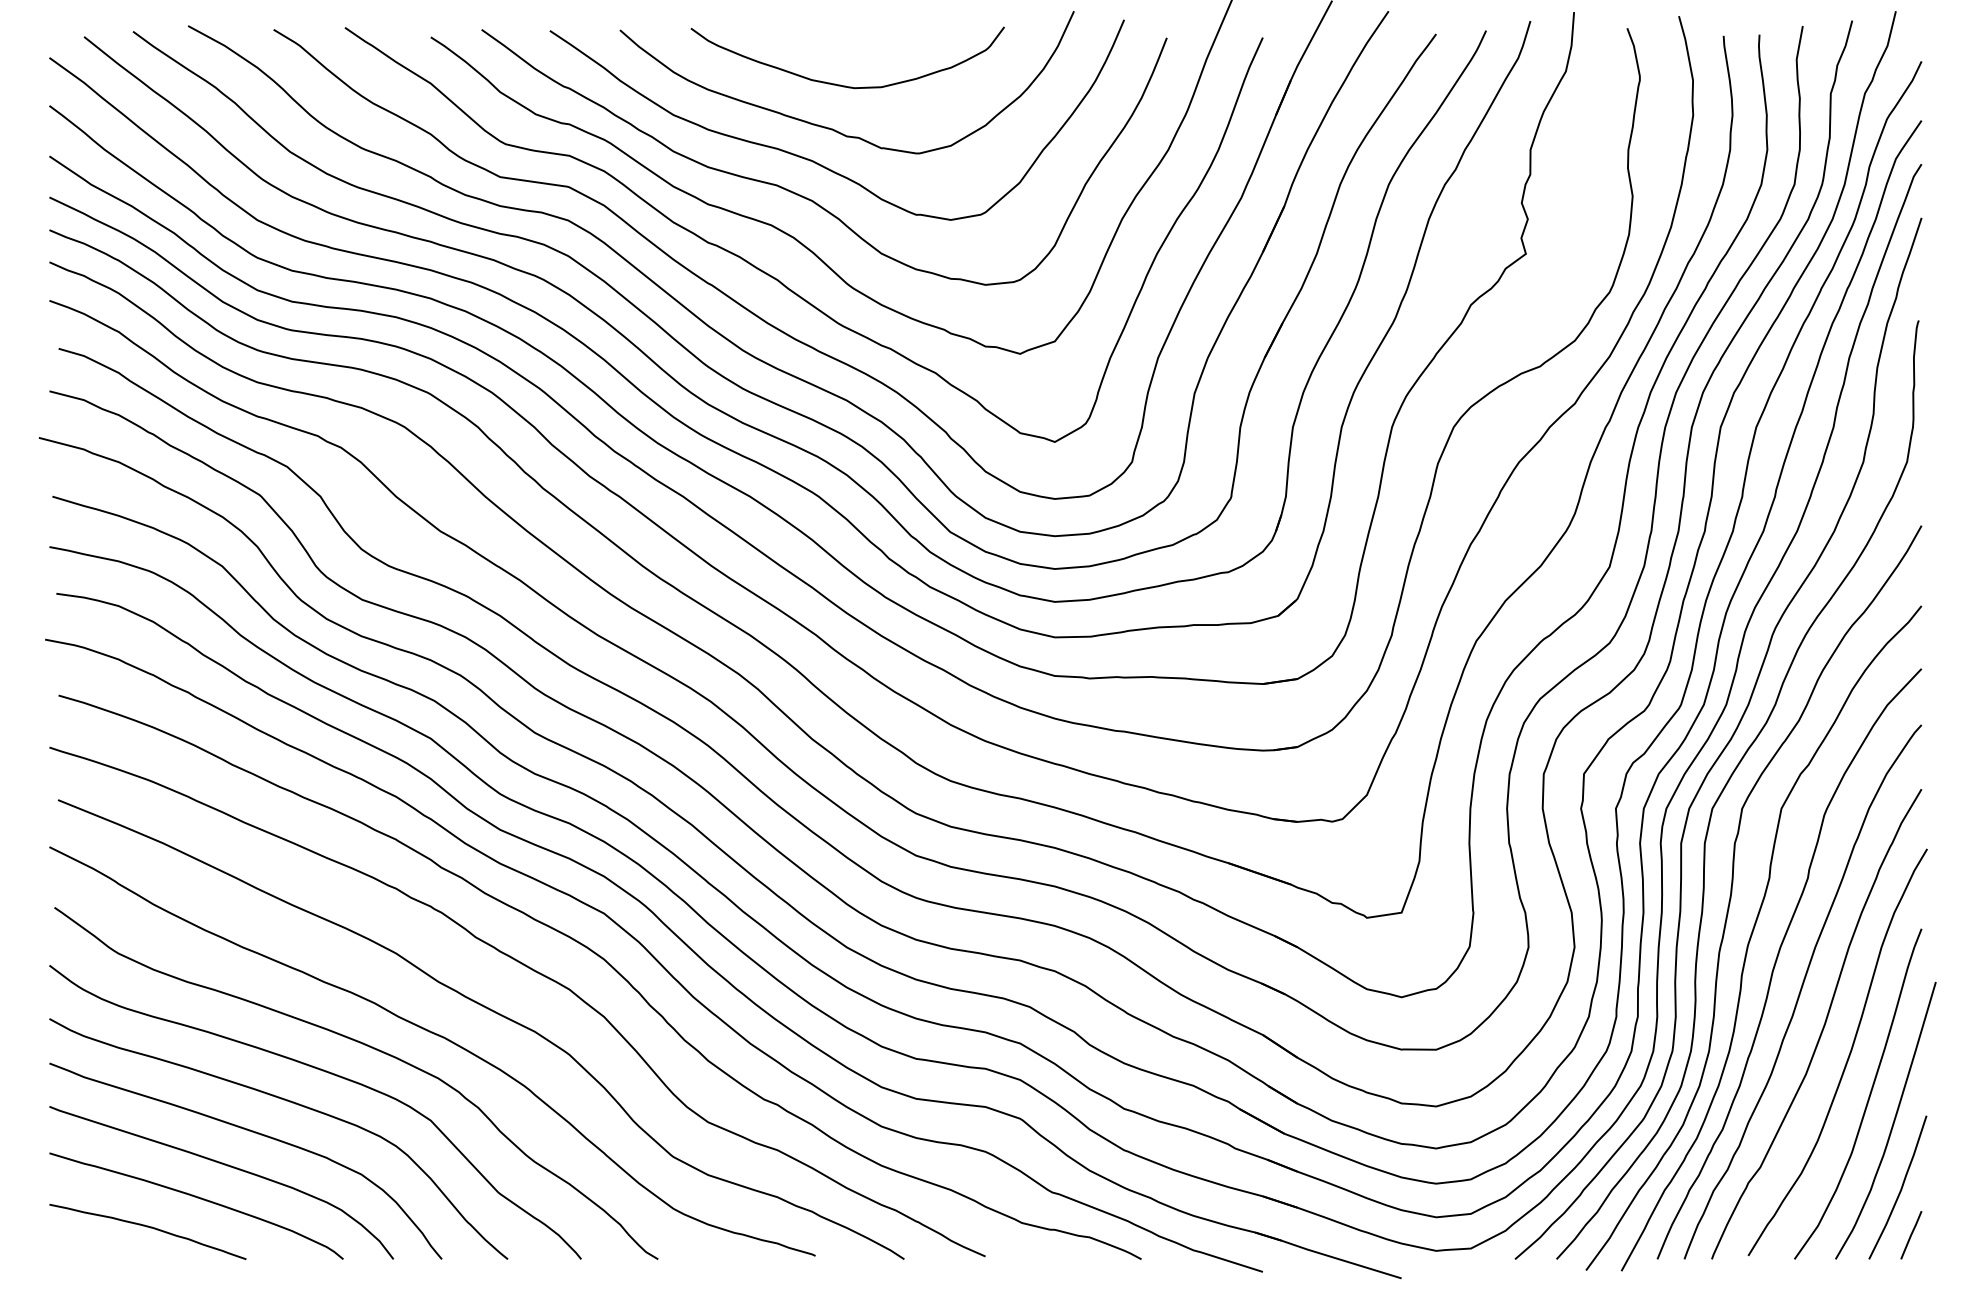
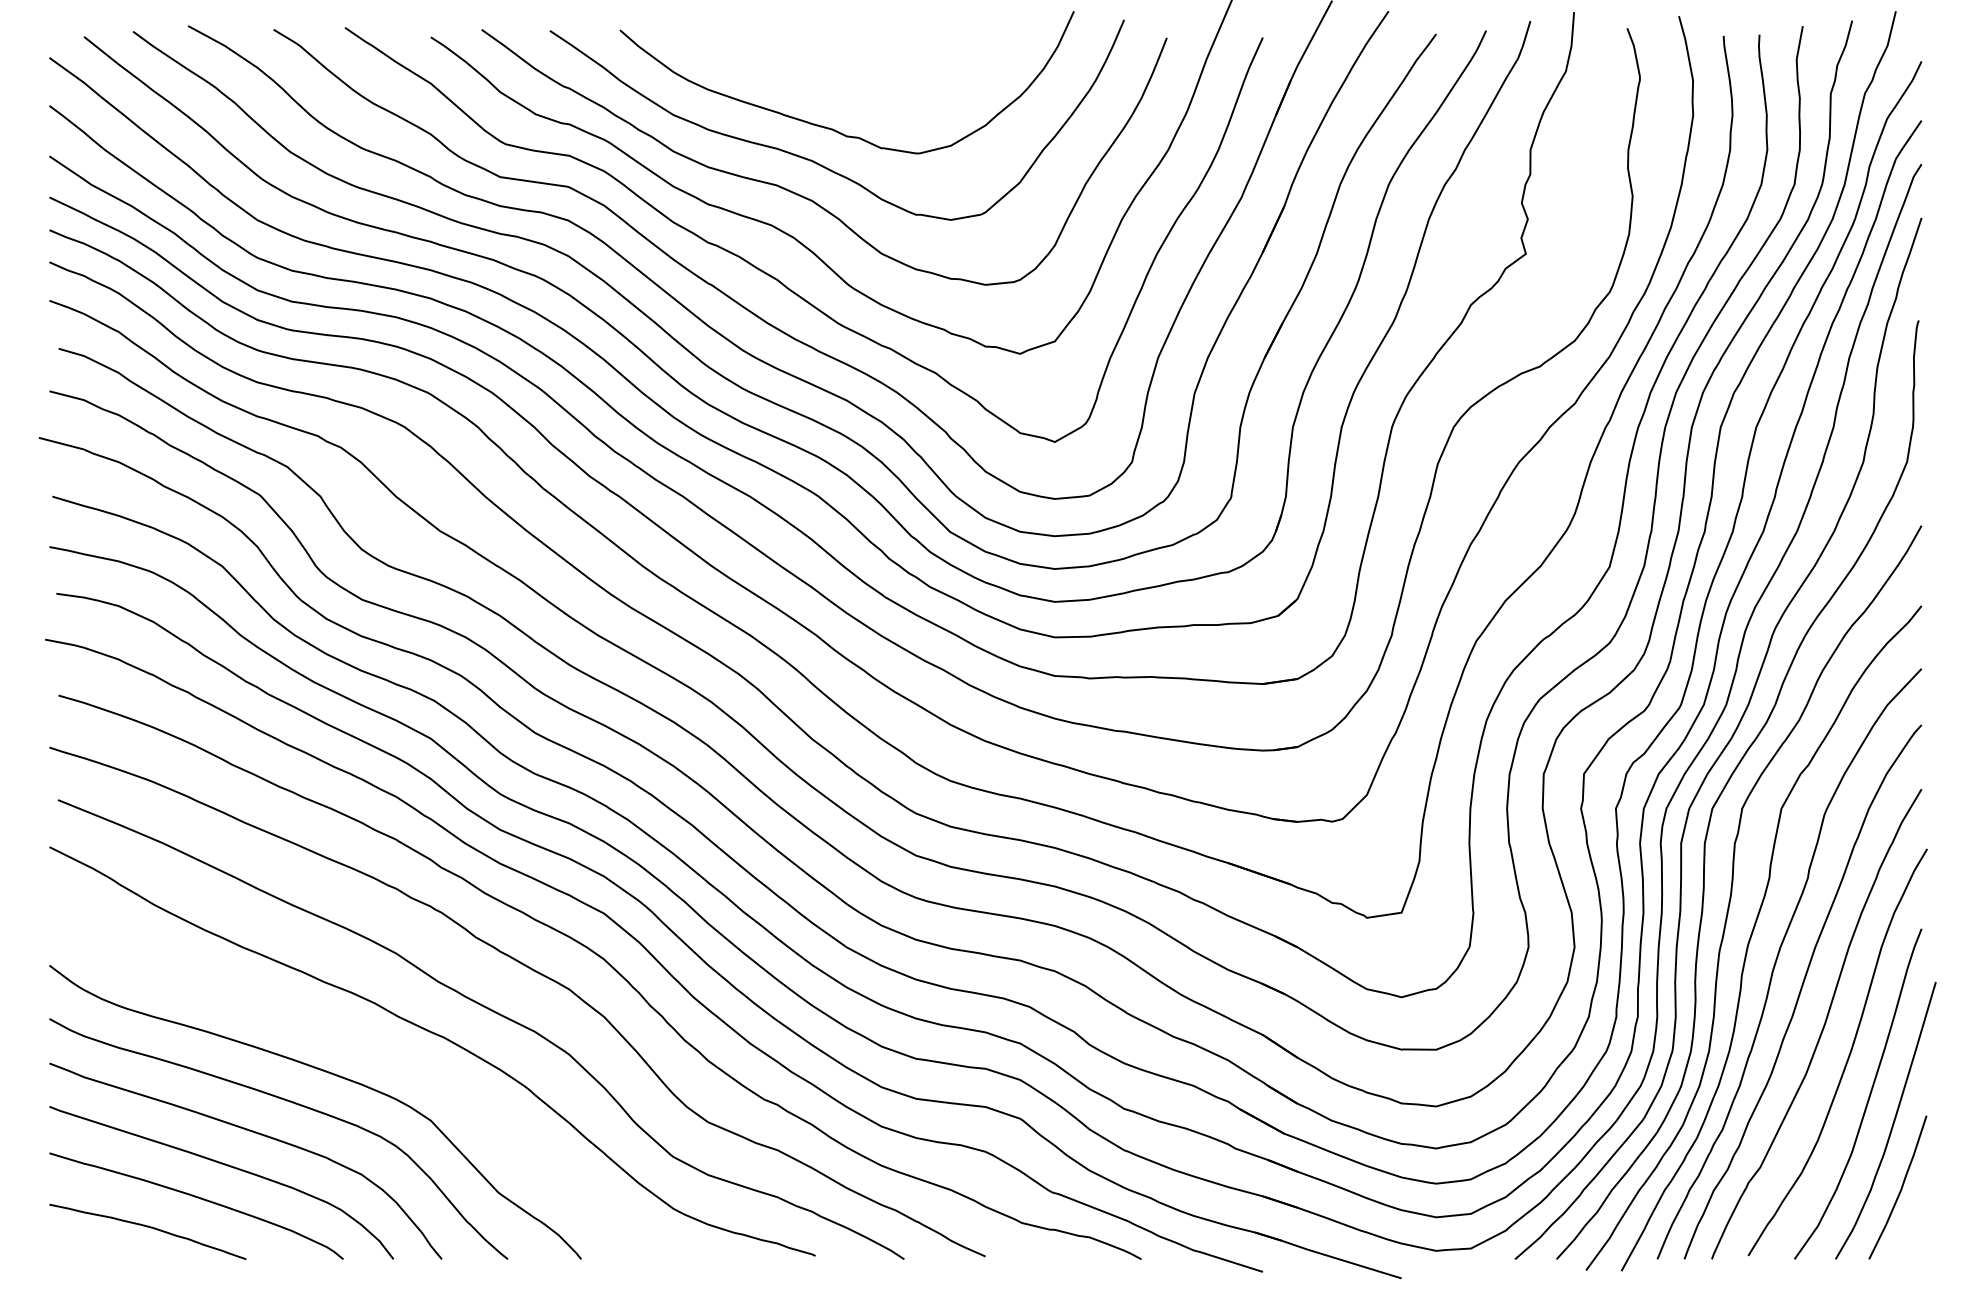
curve at (840, 84): present -> none
curve at (373, 1049): present -> none
line at (1911, 1235): present -> none
